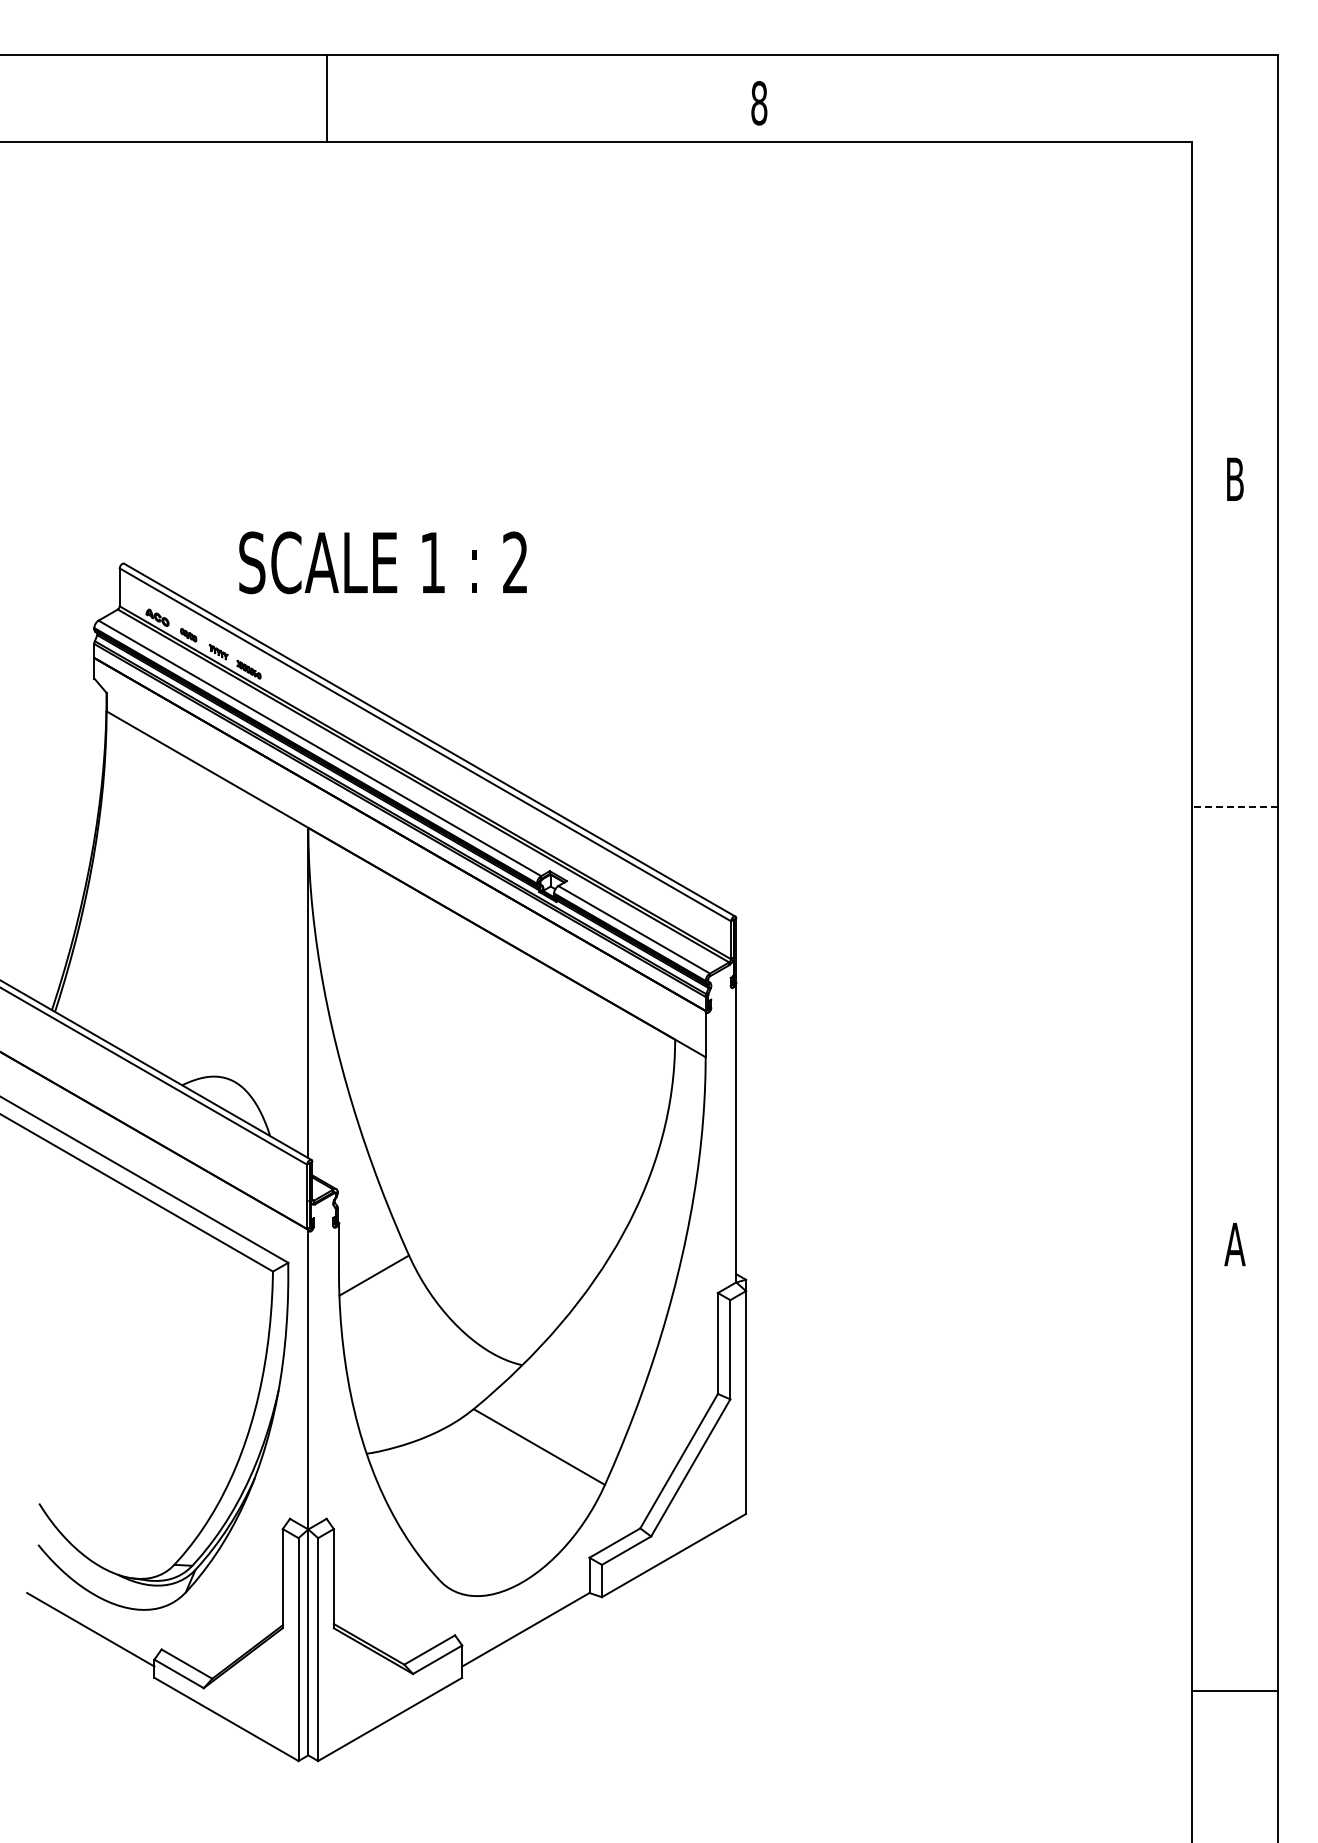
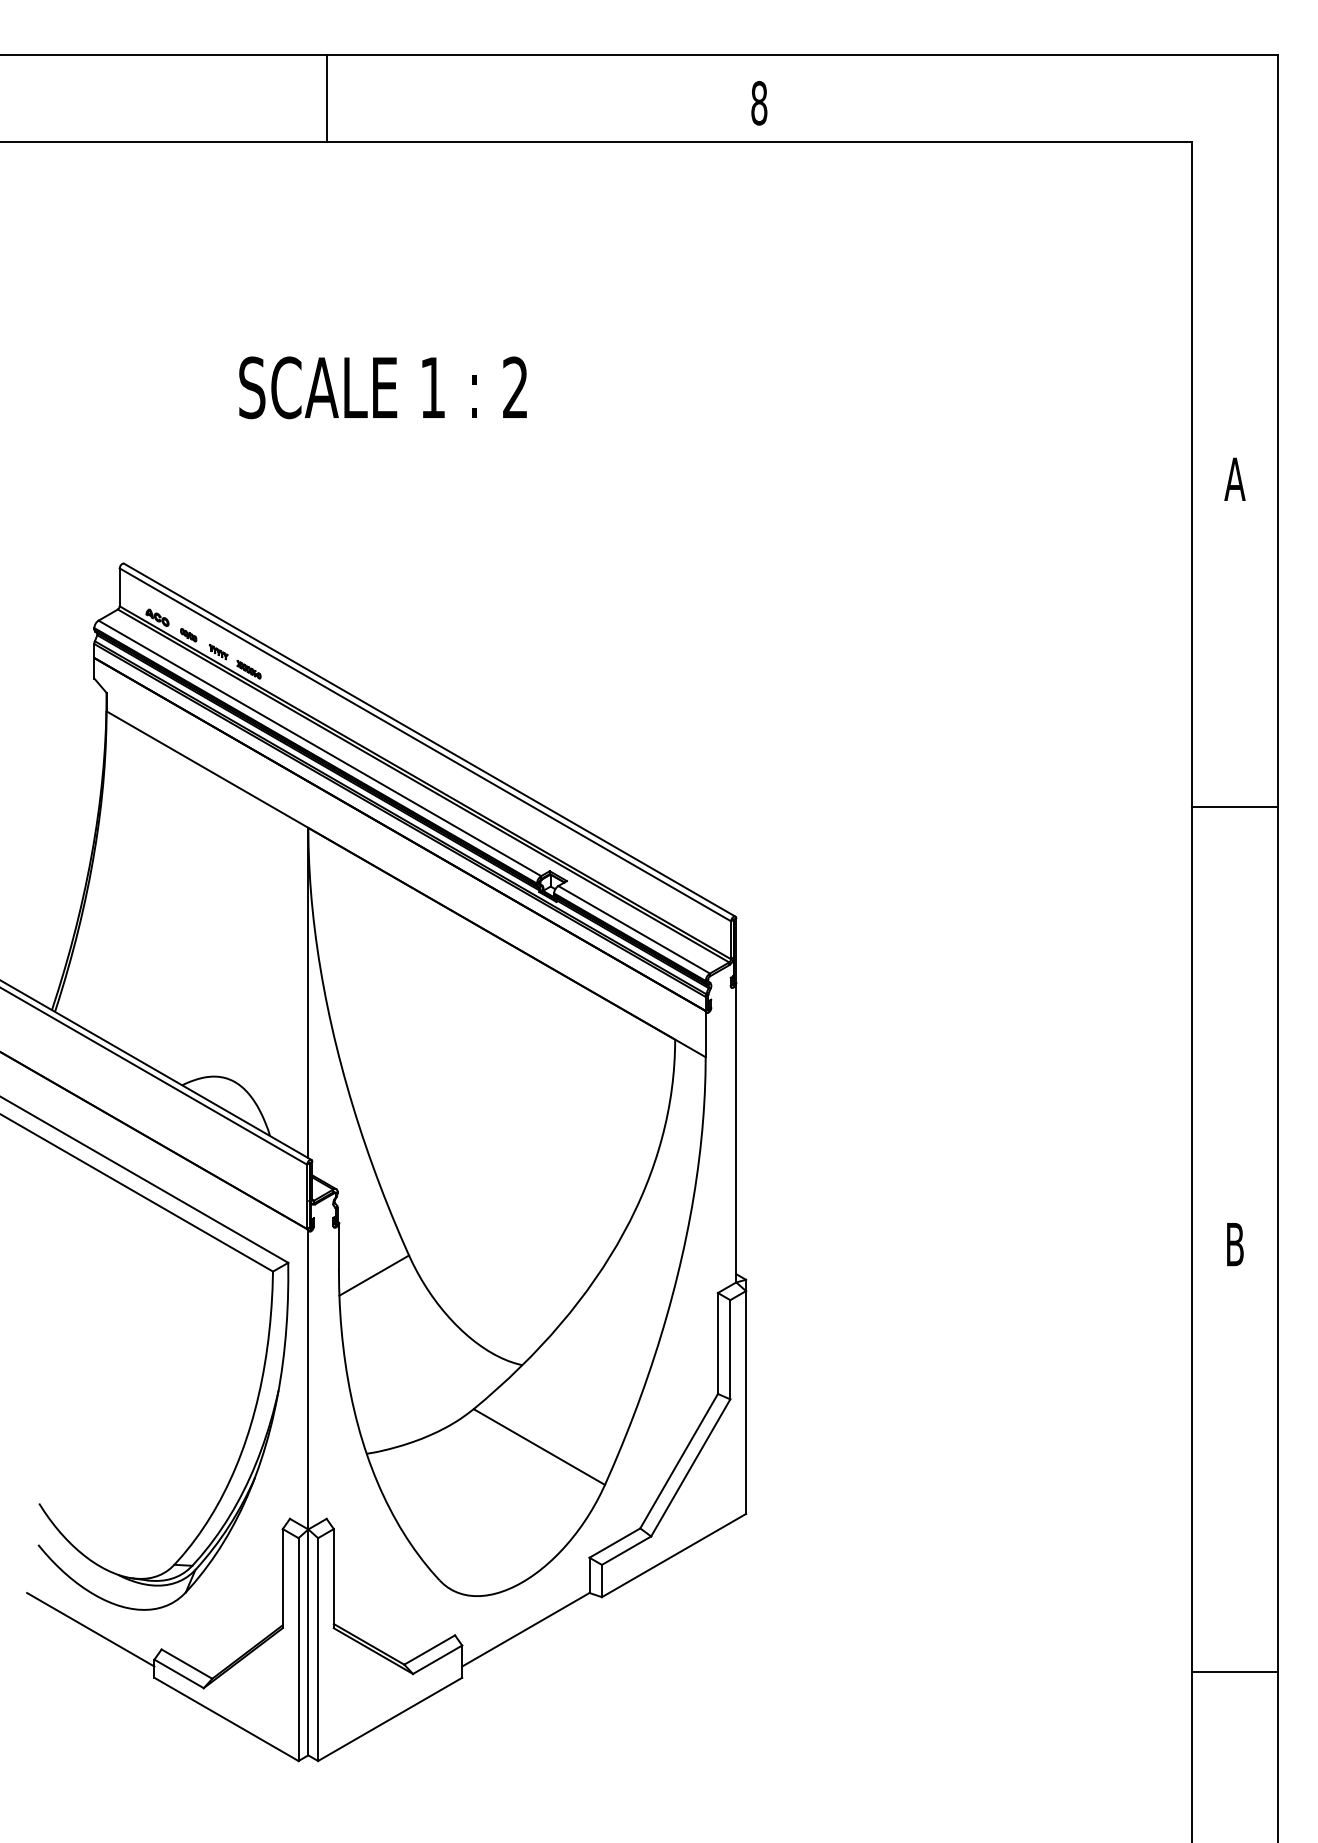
text at (1234, 478): B -> A
text at (382, 562) position: (382, 562) -> (382, 387)
line at (1234, 807): dashed -> solid
text at (1234, 1244): A -> B
line at (1234, 1691) position: (1234, 1691) -> (1234, 1672)
